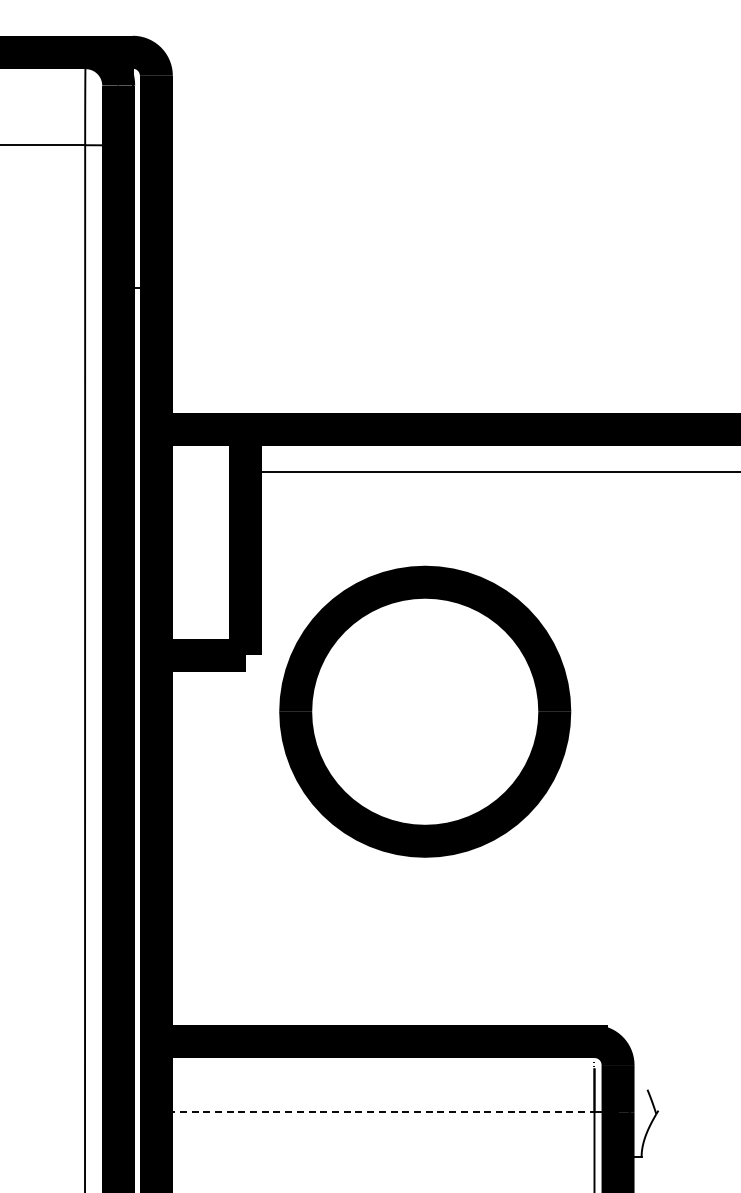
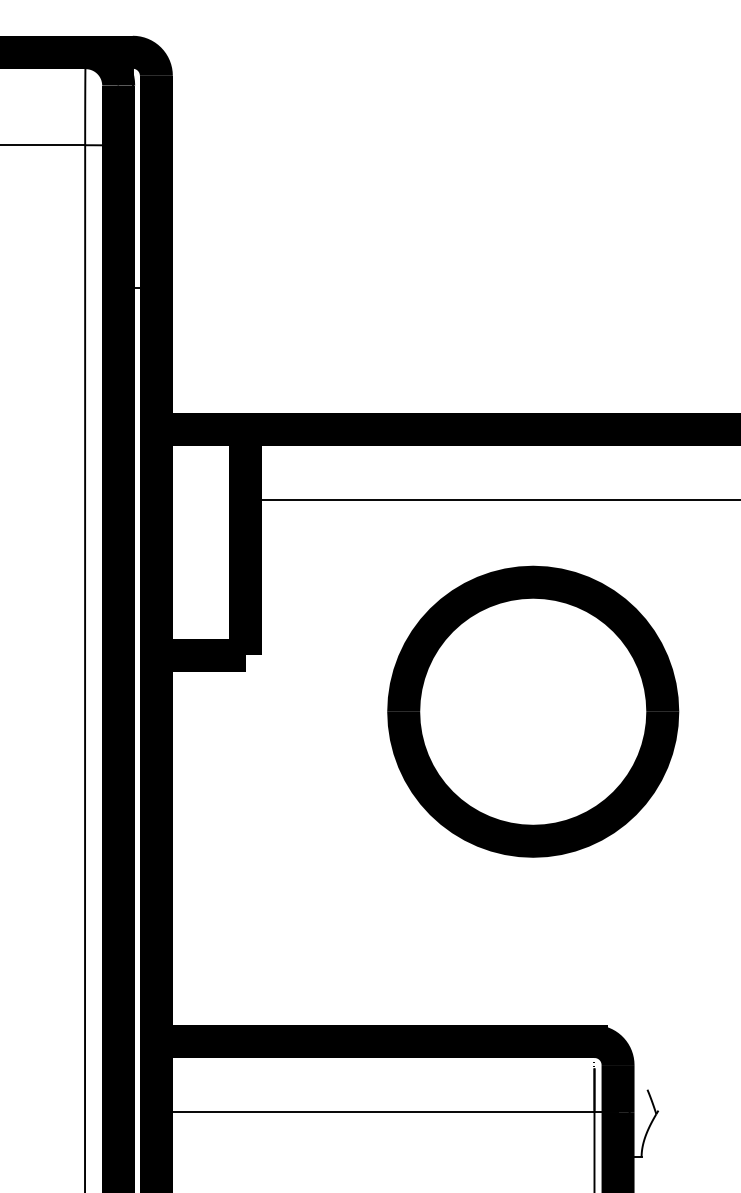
line at (491, 471) position: (491, 471) -> (491, 499)
part at (425, 711) position: (425, 711) -> (533, 711)
line at (375, 1112): dashed -> solid
